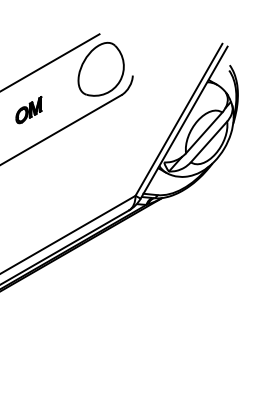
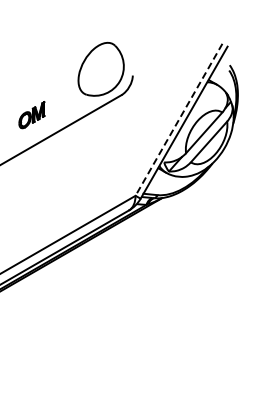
line at (50, 62): present -> none
part at (28, 110) position: (28, 110) -> (31, 115)
line at (178, 119): solid -> dashed
